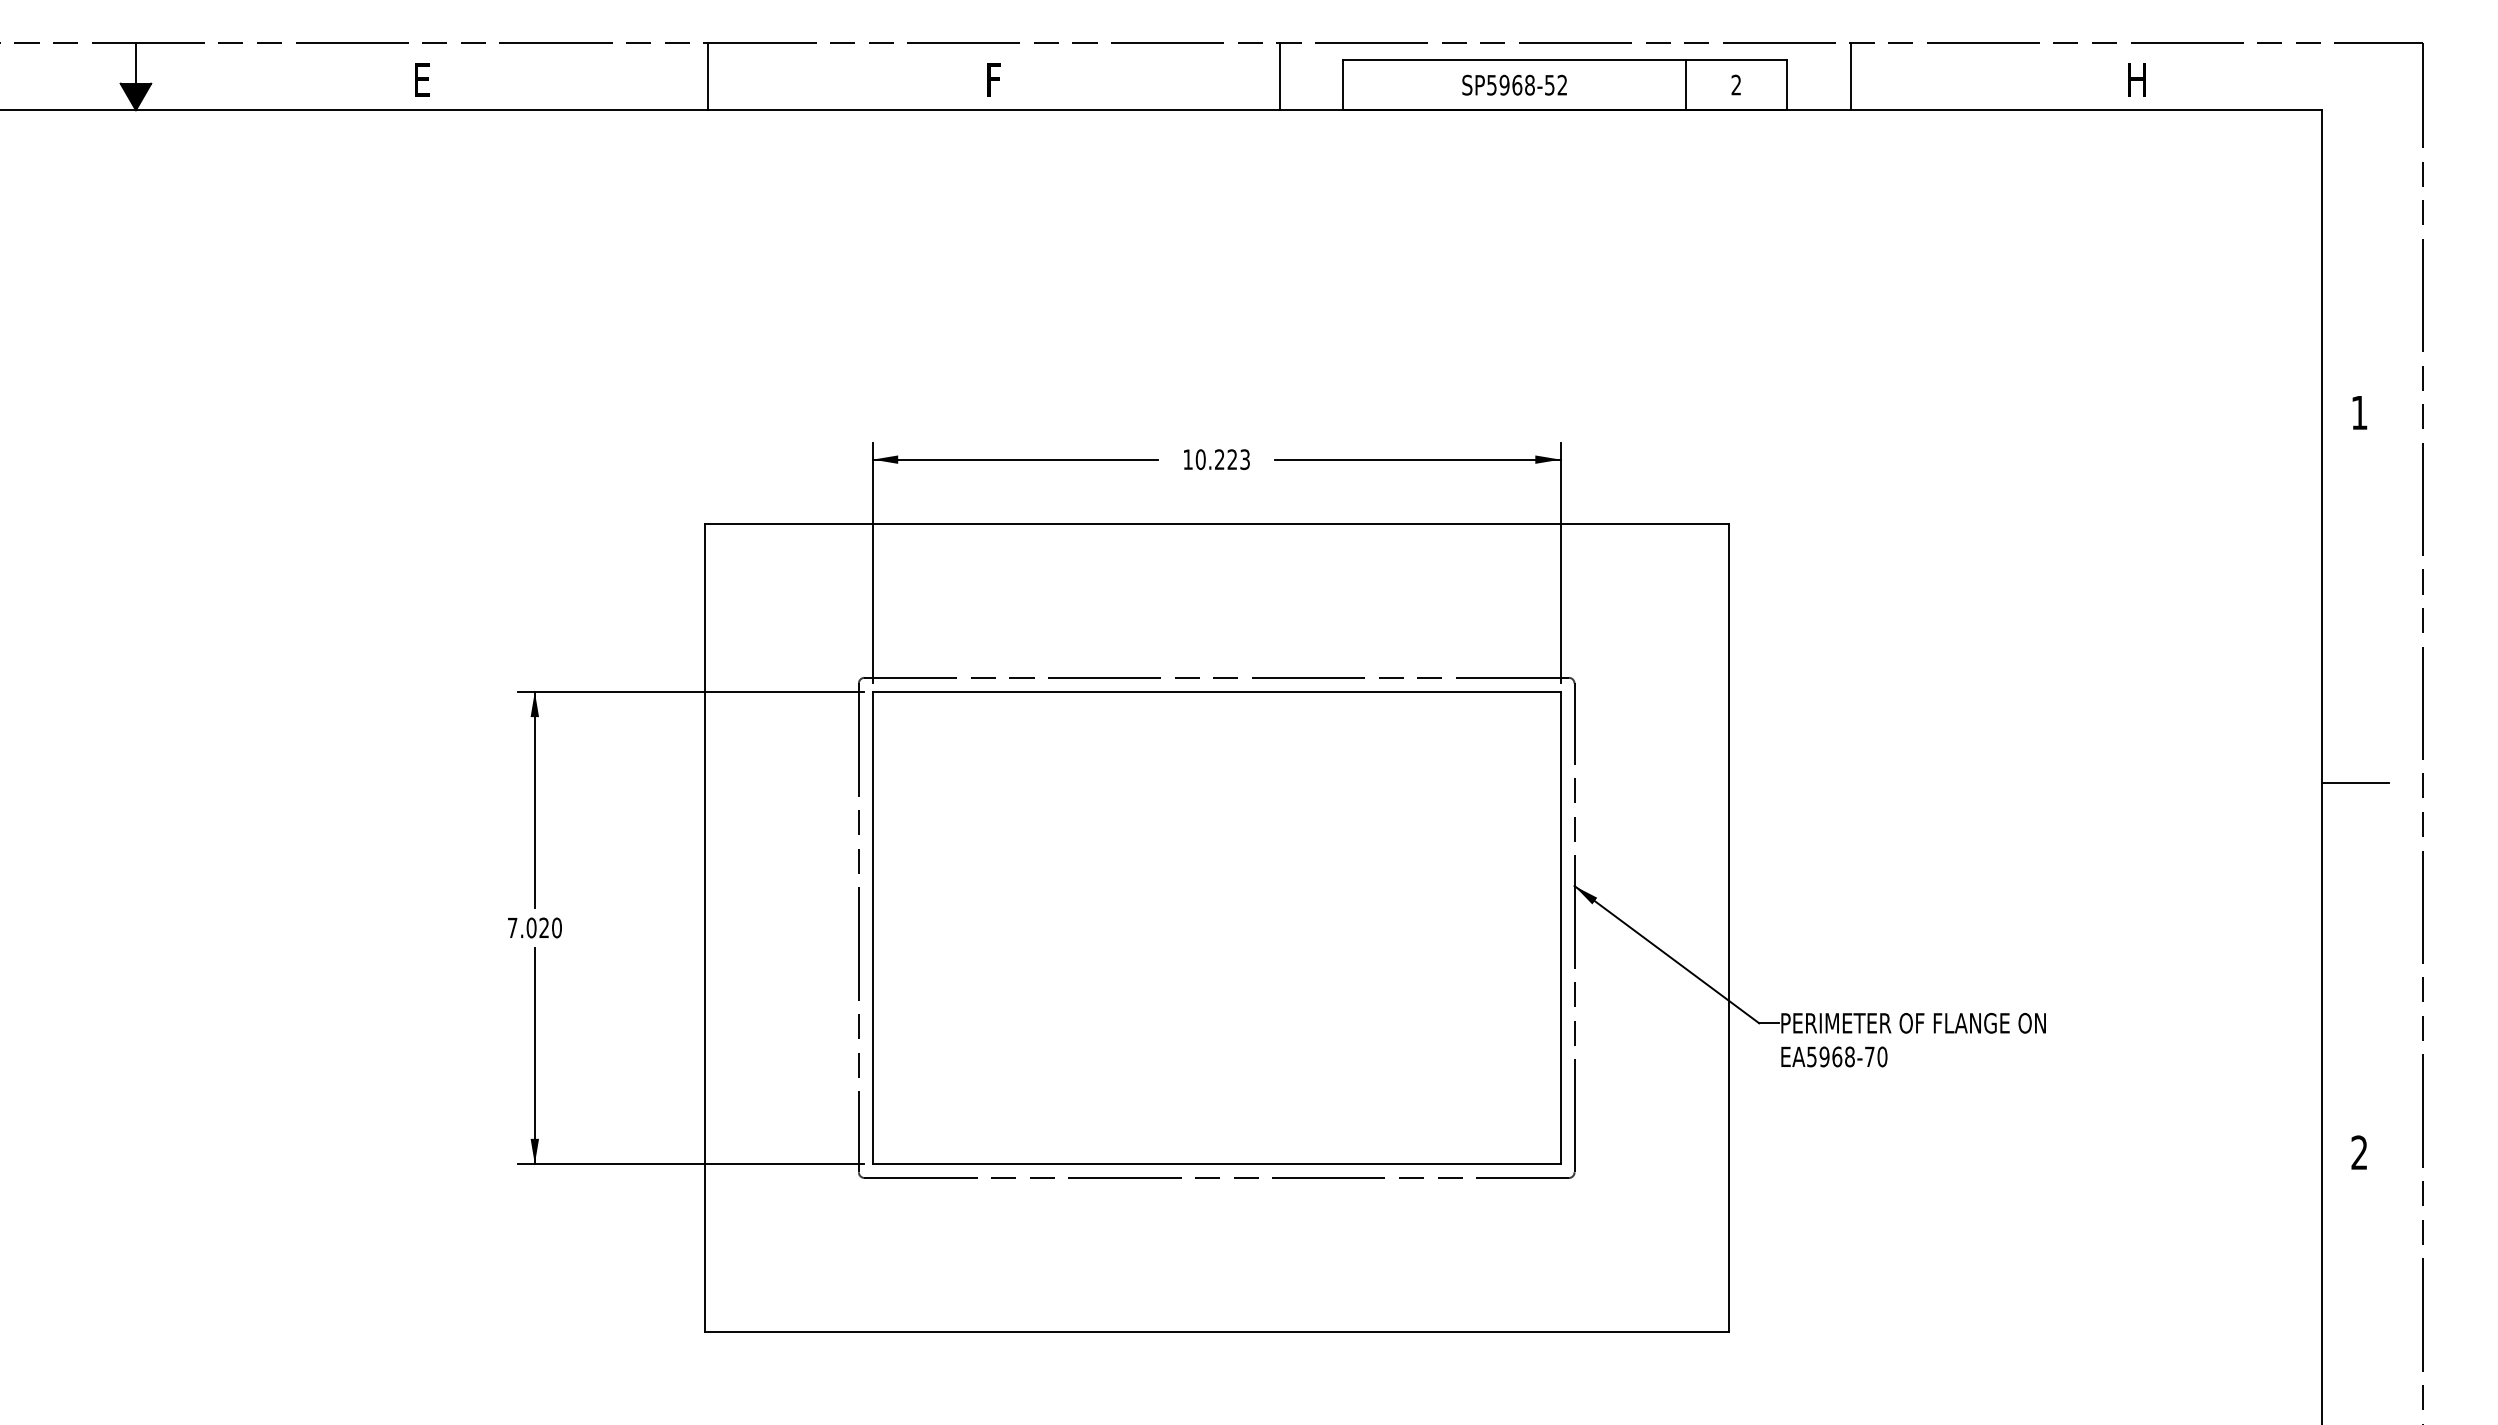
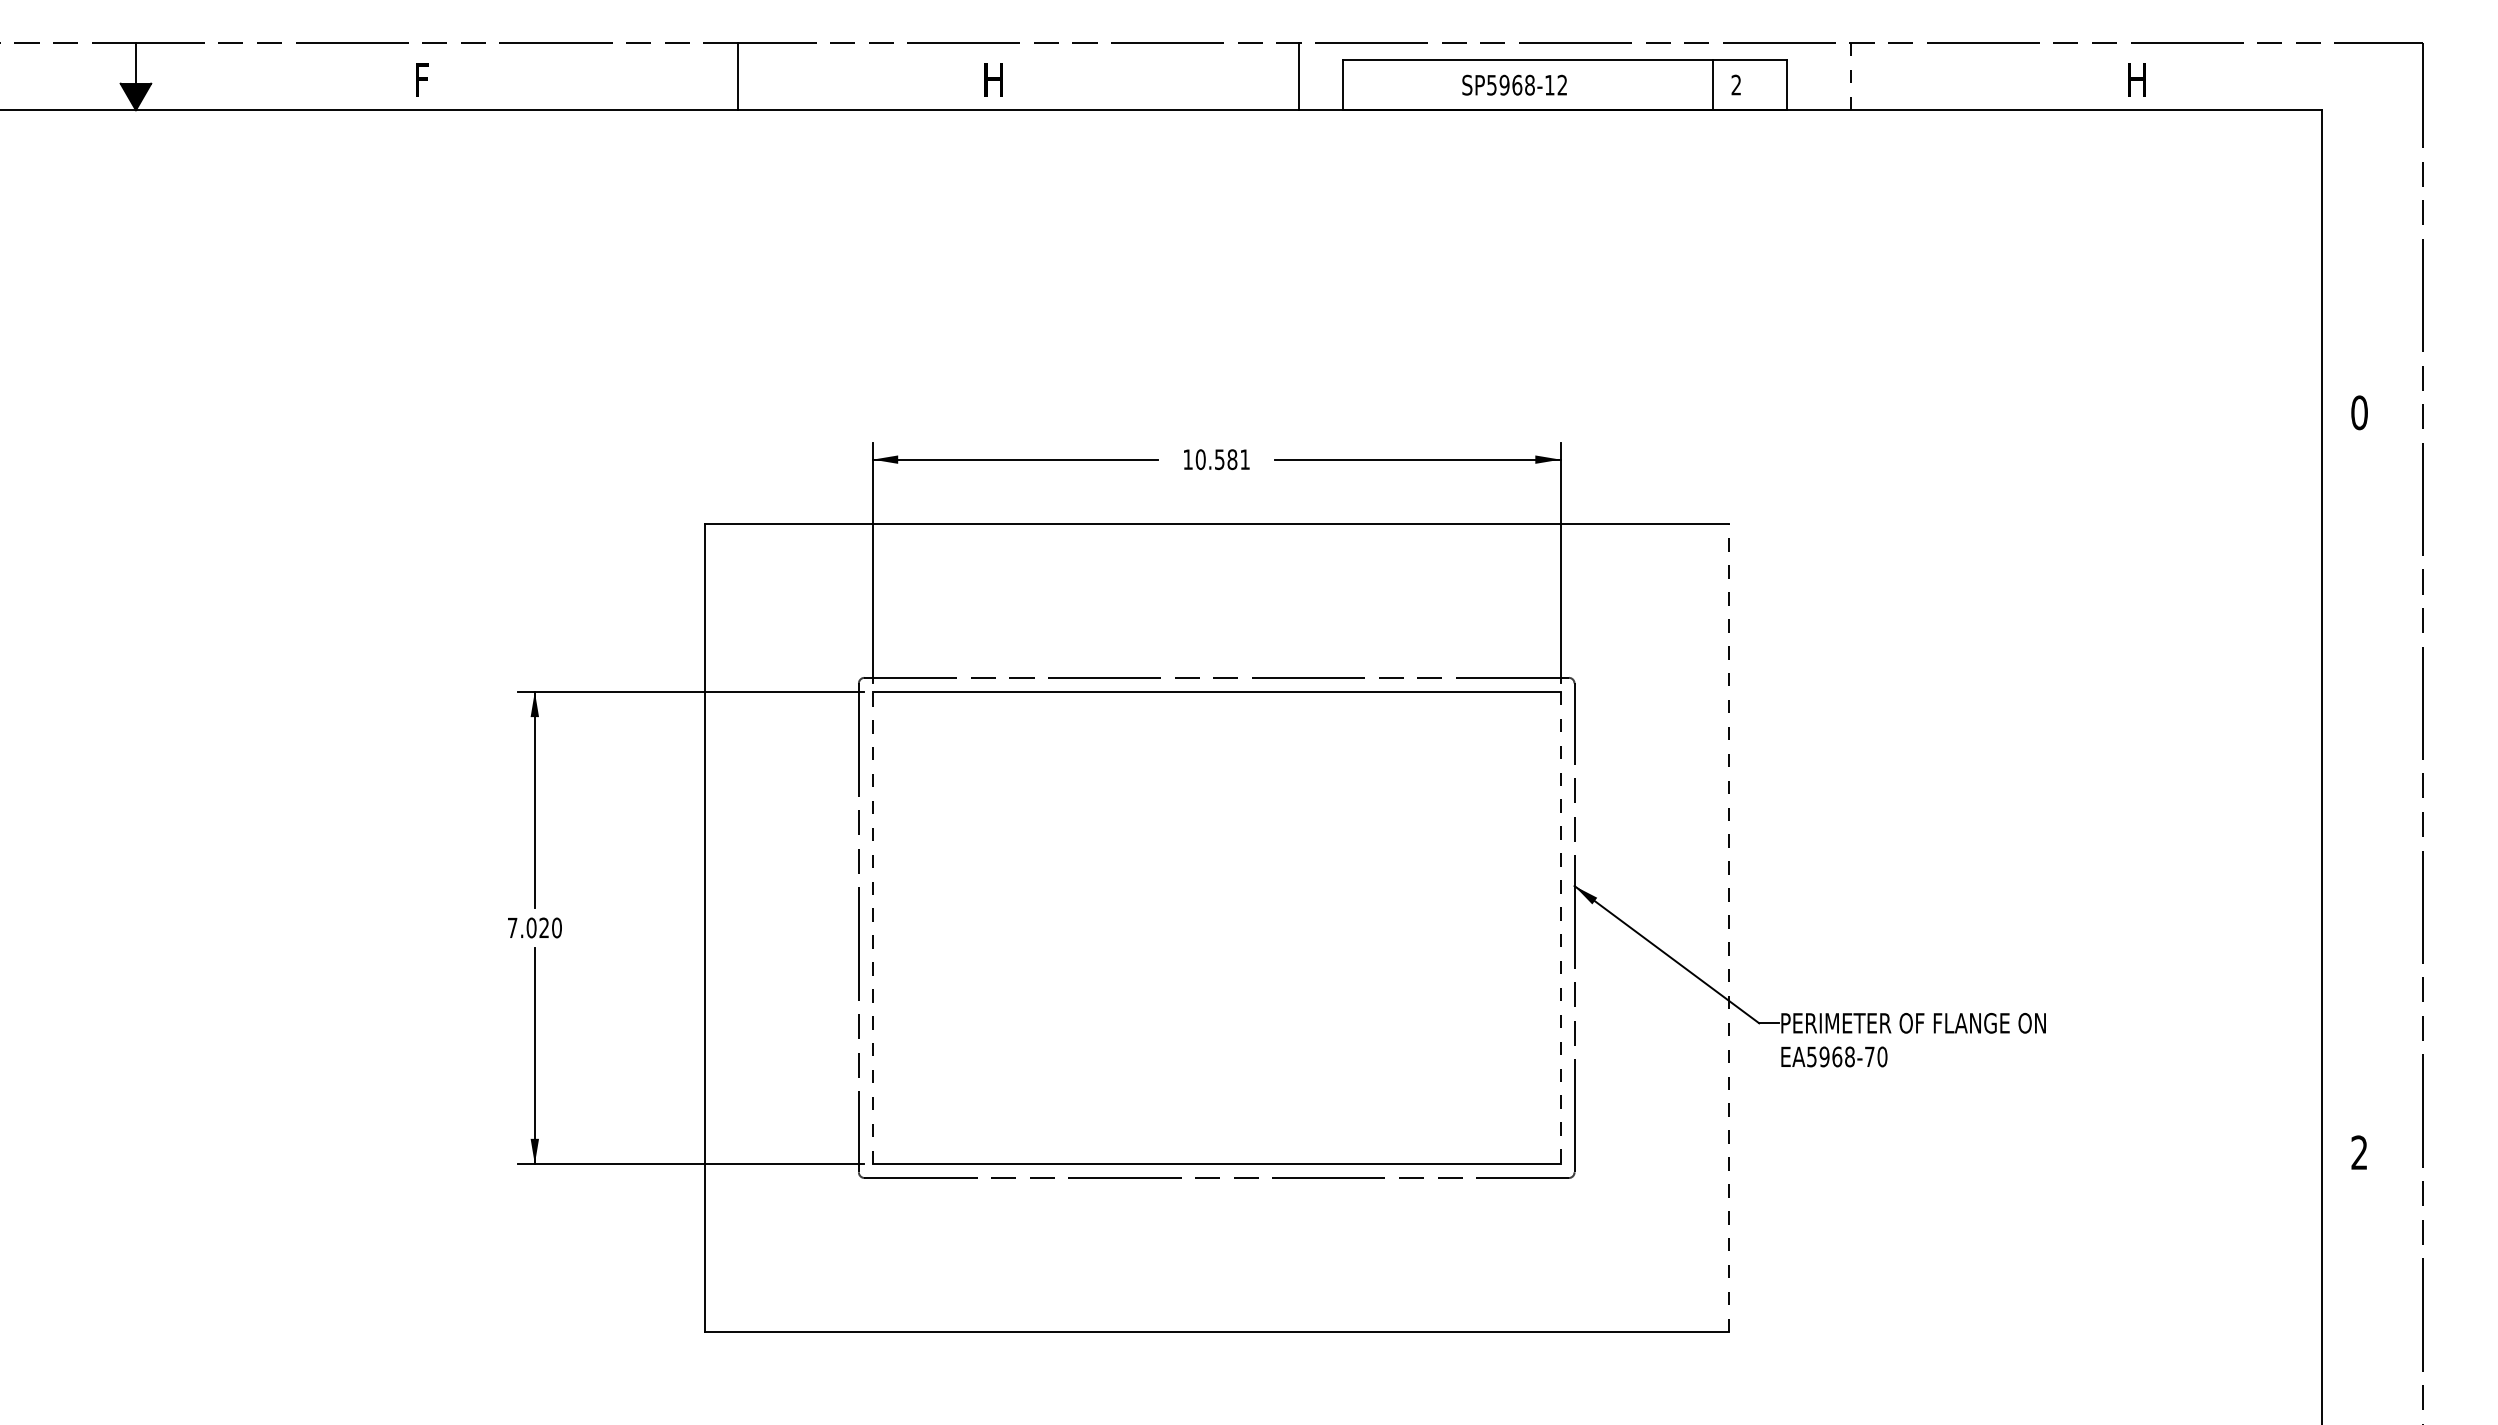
line at (707, 76) position: (707, 76) -> (737, 76)
line at (1279, 76) position: (1279, 76) -> (1298, 76)
line at (1851, 76): solid -> dashed
text at (422, 79): E -> F
text at (993, 79): F -> H
text at (1549, 85): SP5968-52 -> SP5968-12
line at (1686, 85) position: (1686, 85) -> (1713, 85)
text at (2359, 412): 1 -> 0
text at (1232, 459): 10.223 -> 10.581
line at (2355, 782): present -> none
line at (872, 927): solid -> dashed
line at (1728, 927): solid -> dashed
line at (1560, 928): solid -> dashed
